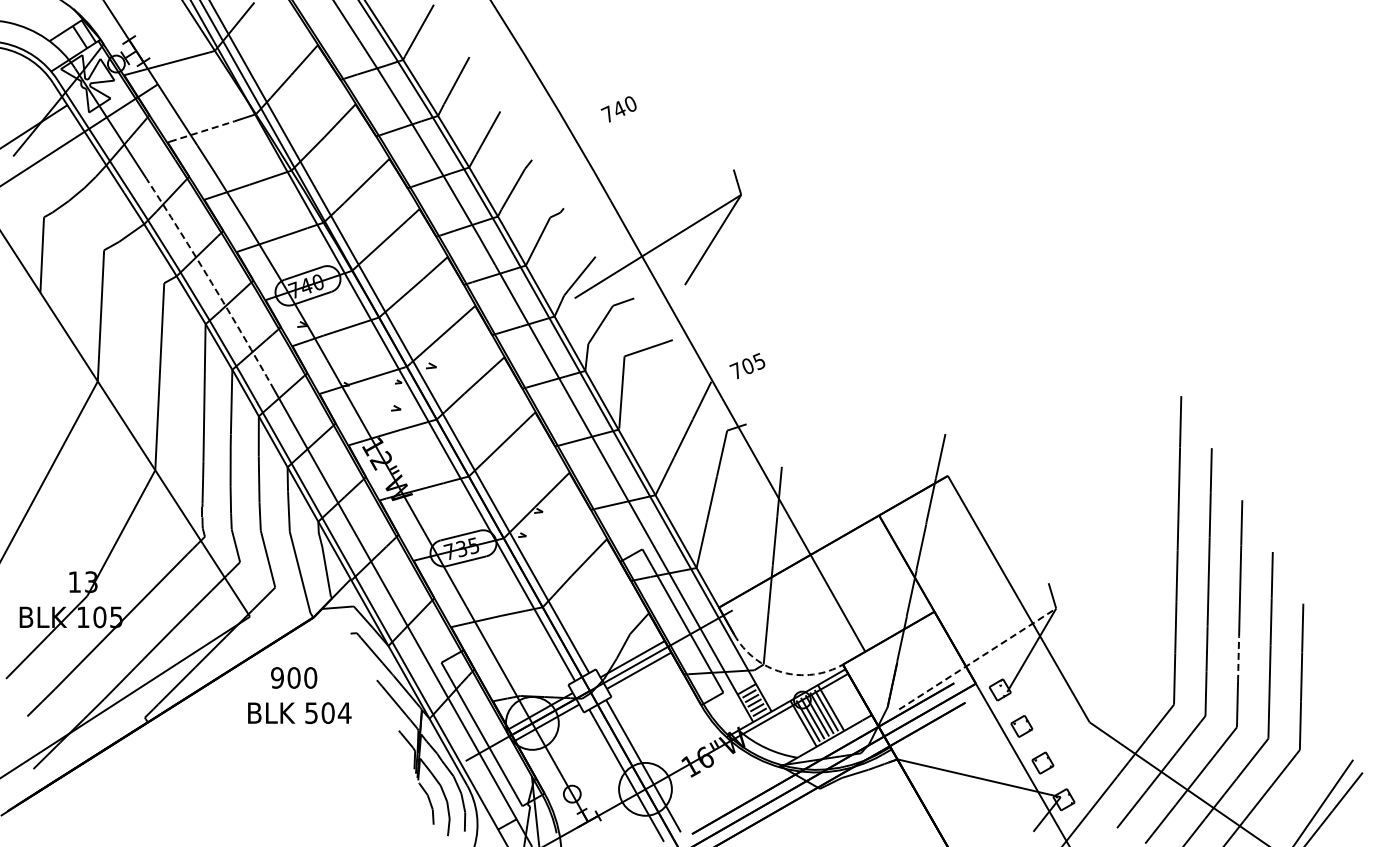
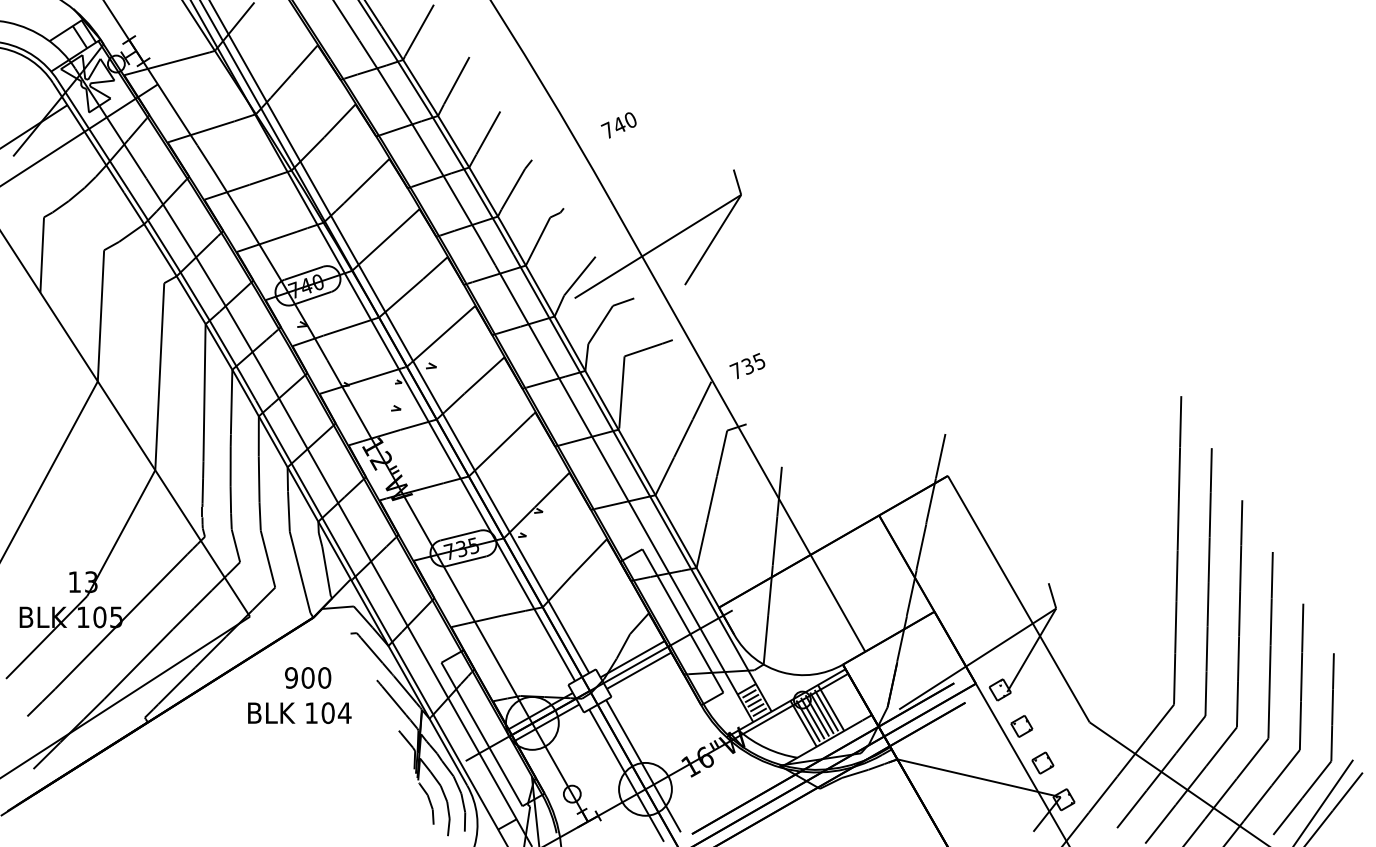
text at (618, 109) position: (618, 109) -> (618, 125)
line at (202, 131): dashed -> solid
line at (211, 283): dashed -> solid
text at (747, 366): 705 -> 735
line at (978, 658): dashed -> solid
line at (1238, 659): dashed -> solid
line at (782, 672): dashed -> solid
text at (294, 677) position: (294, 677) -> (308, 677)
text at (311, 713): 504 -> 104
part at (1330, 744): none -> present
